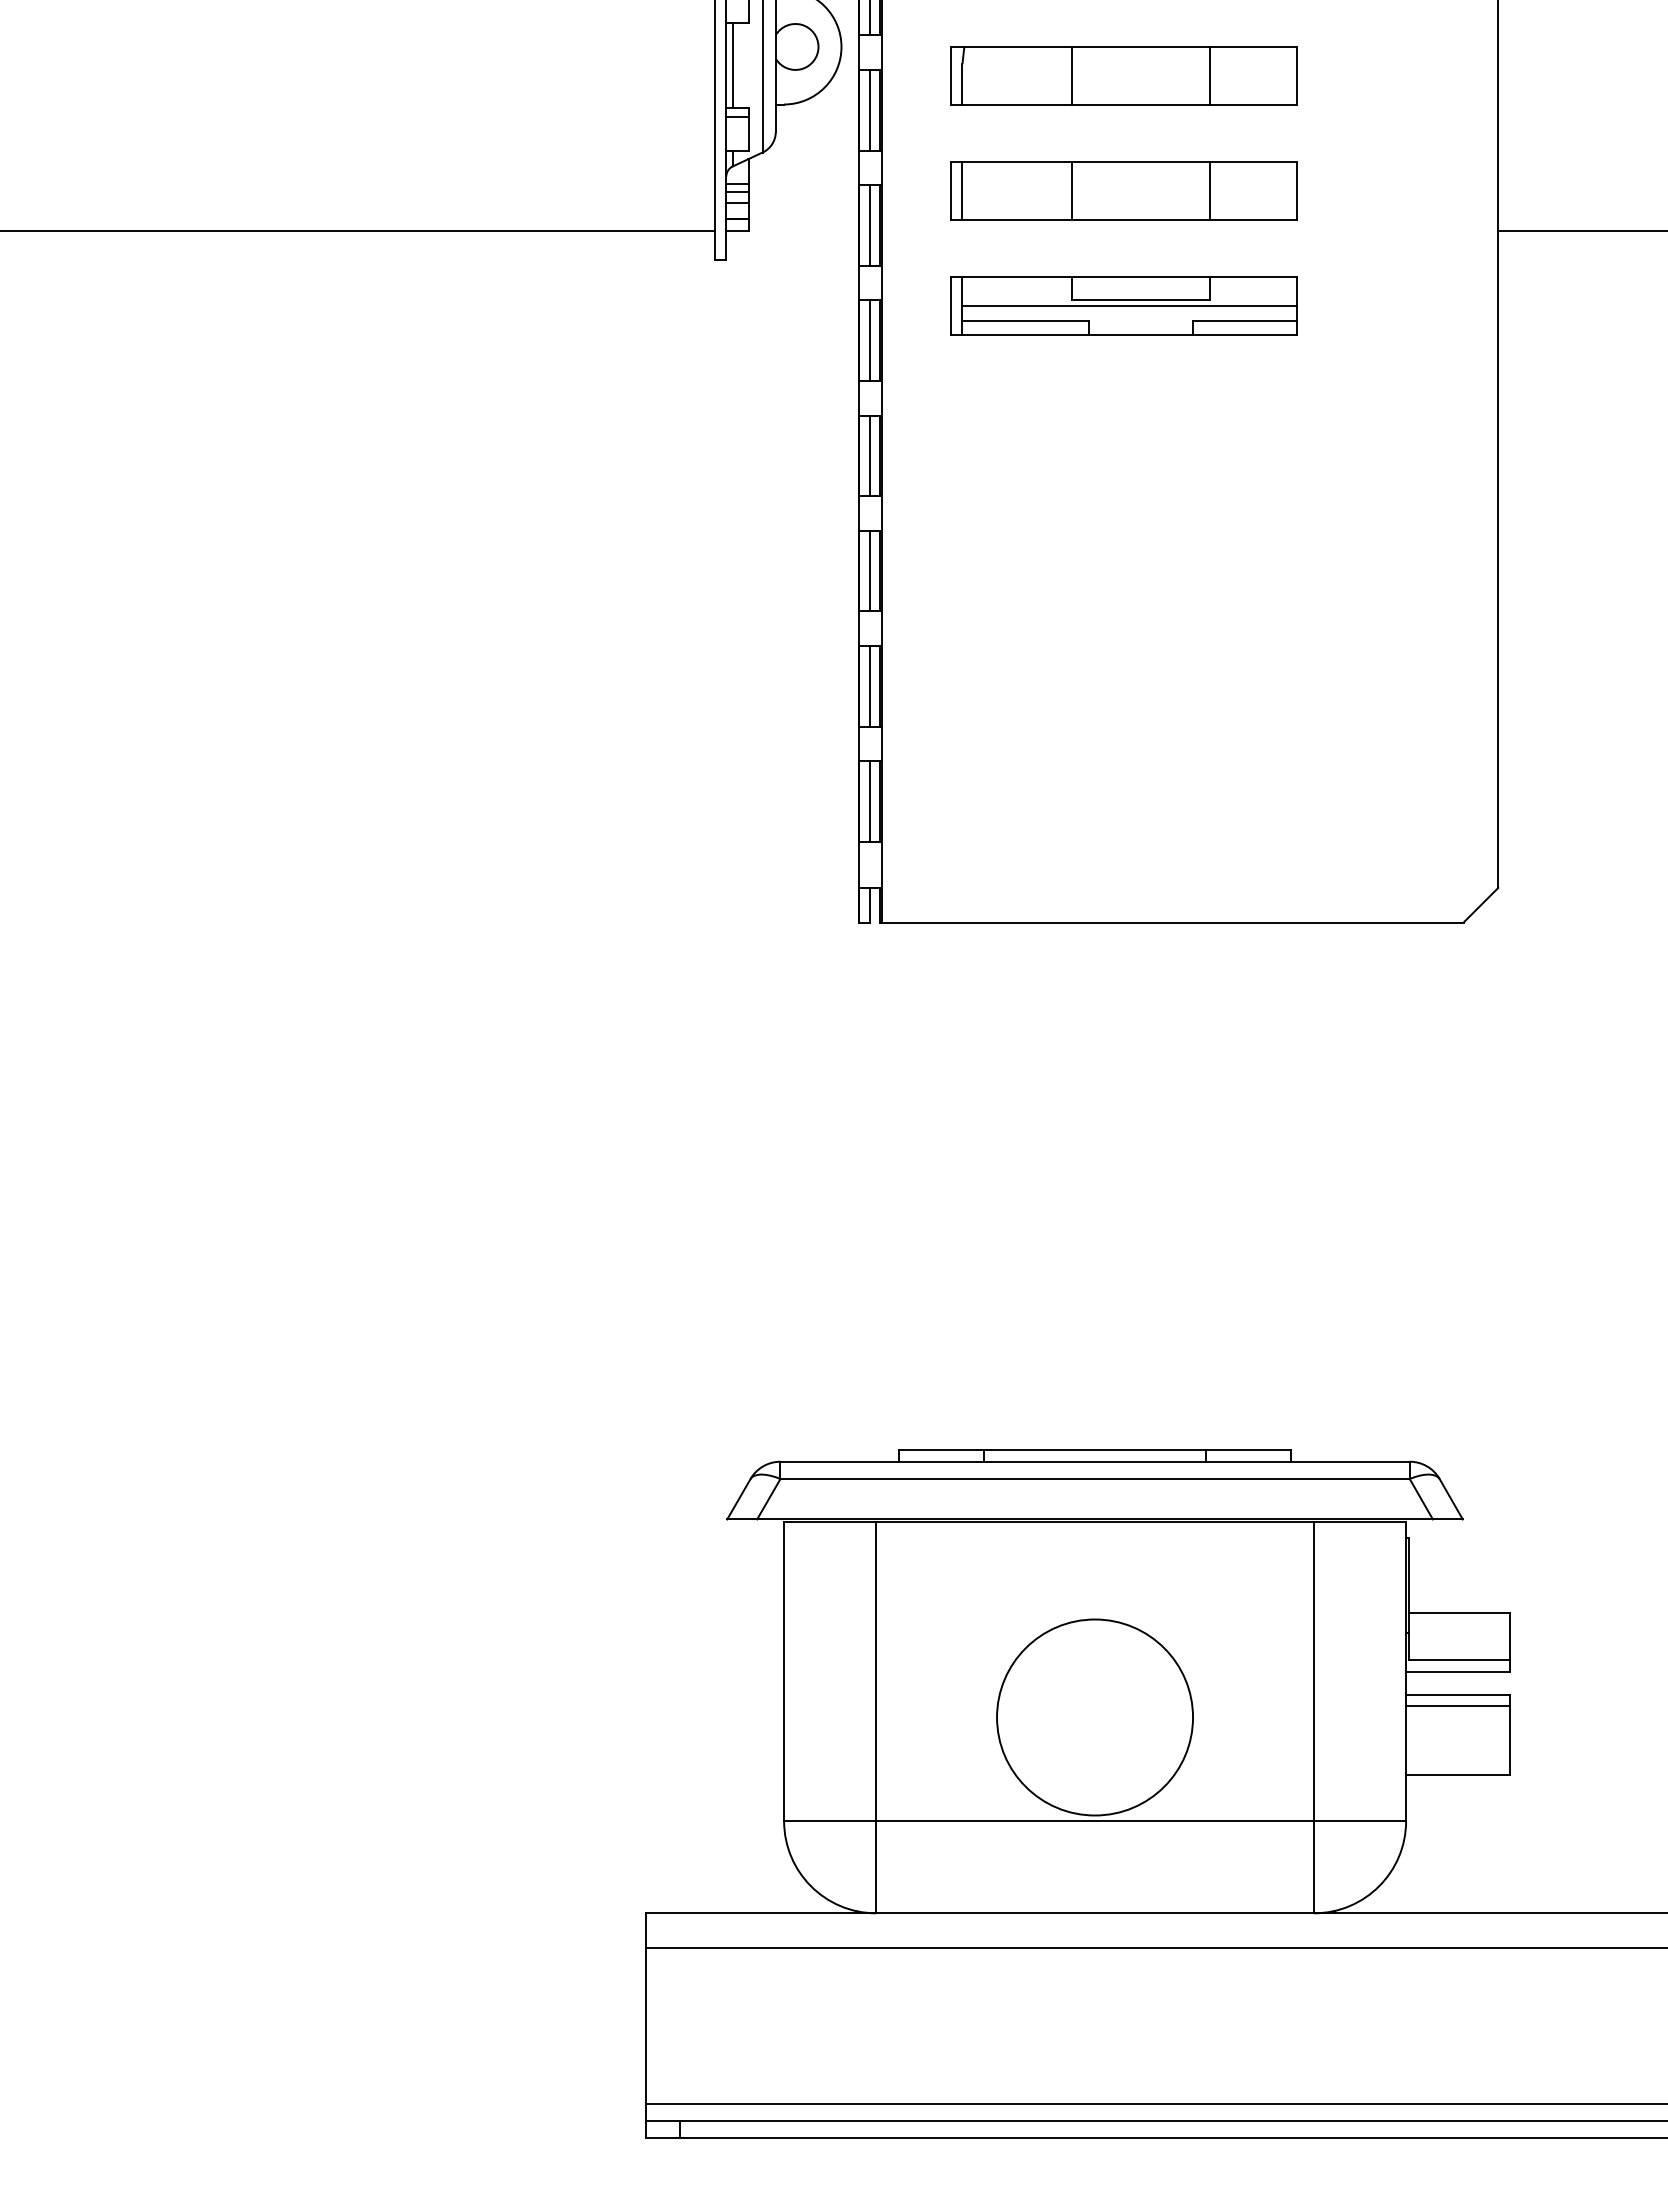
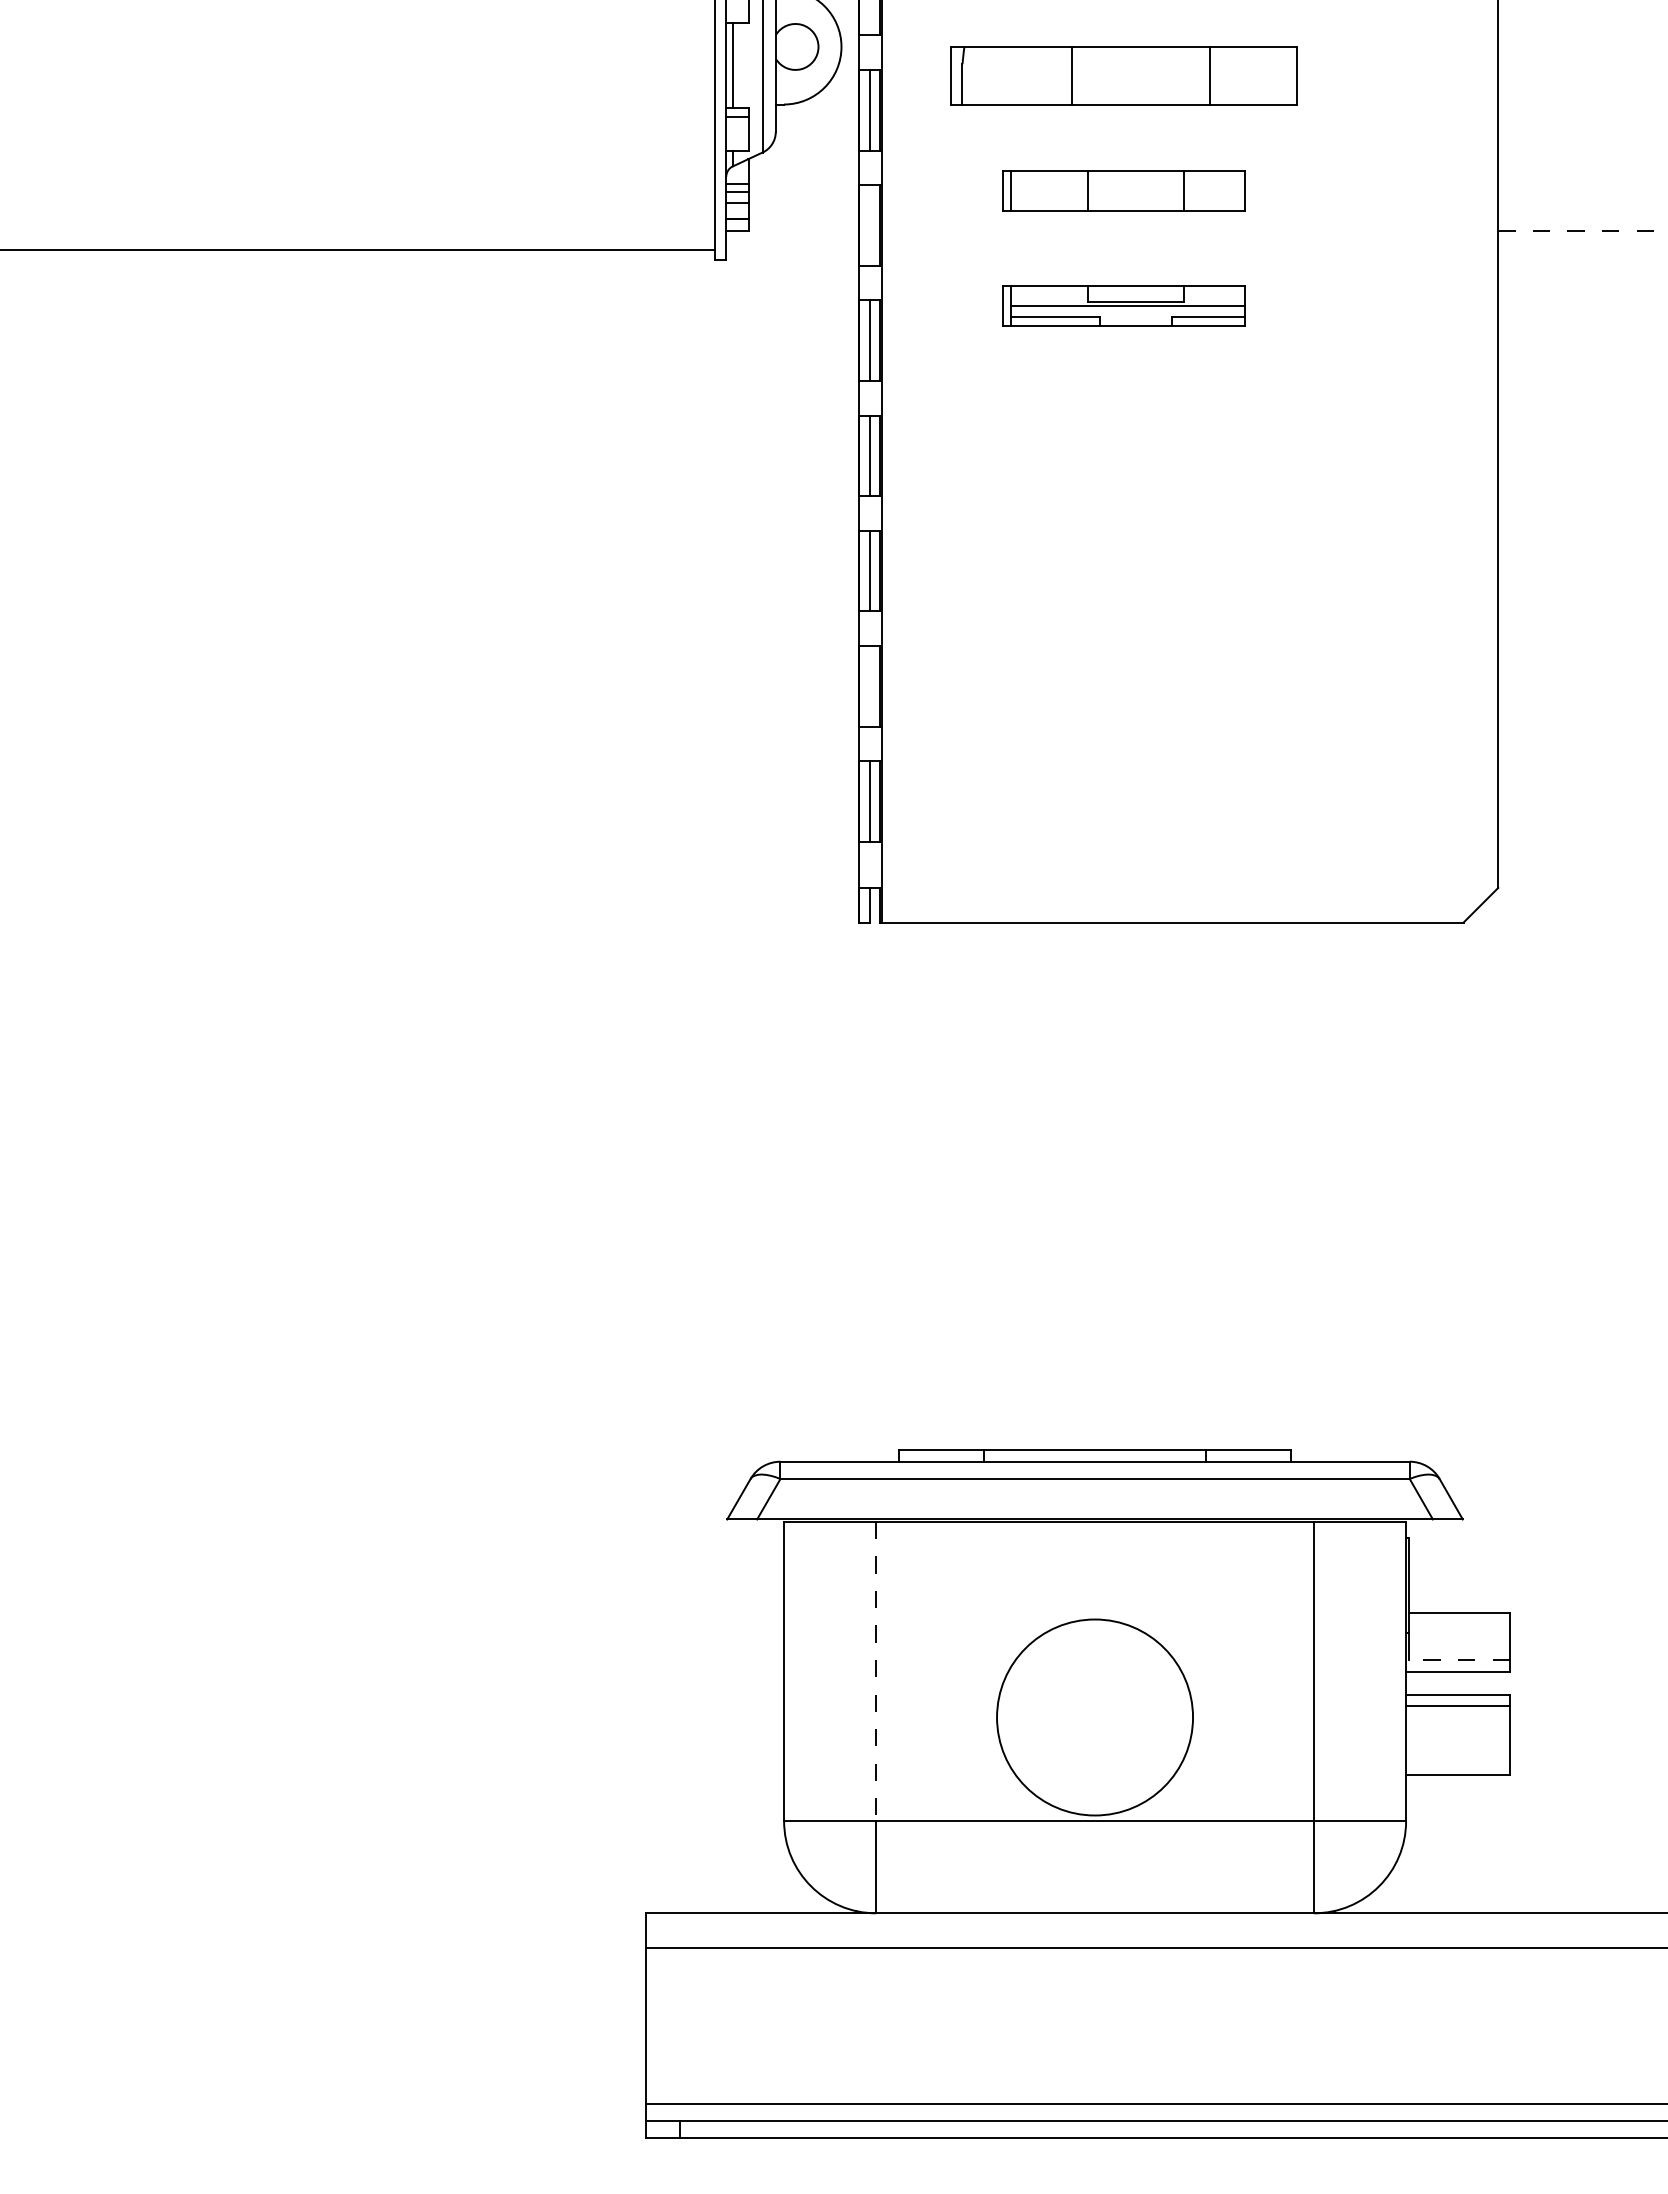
line at (870, 18): present -> none
part at (1123, 190) size: 348x60 px -> 244x42 px
line at (870, 225): present -> none
line at (358, 231) position: (358, 231) -> (358, 250)
line at (1583, 231): solid -> dashed
part at (1123, 305) size: 348x60 px -> 244x42 px
line at (870, 685): present -> none
line at (1459, 1659): solid -> dashed
line at (876, 1671): solid -> dashed
